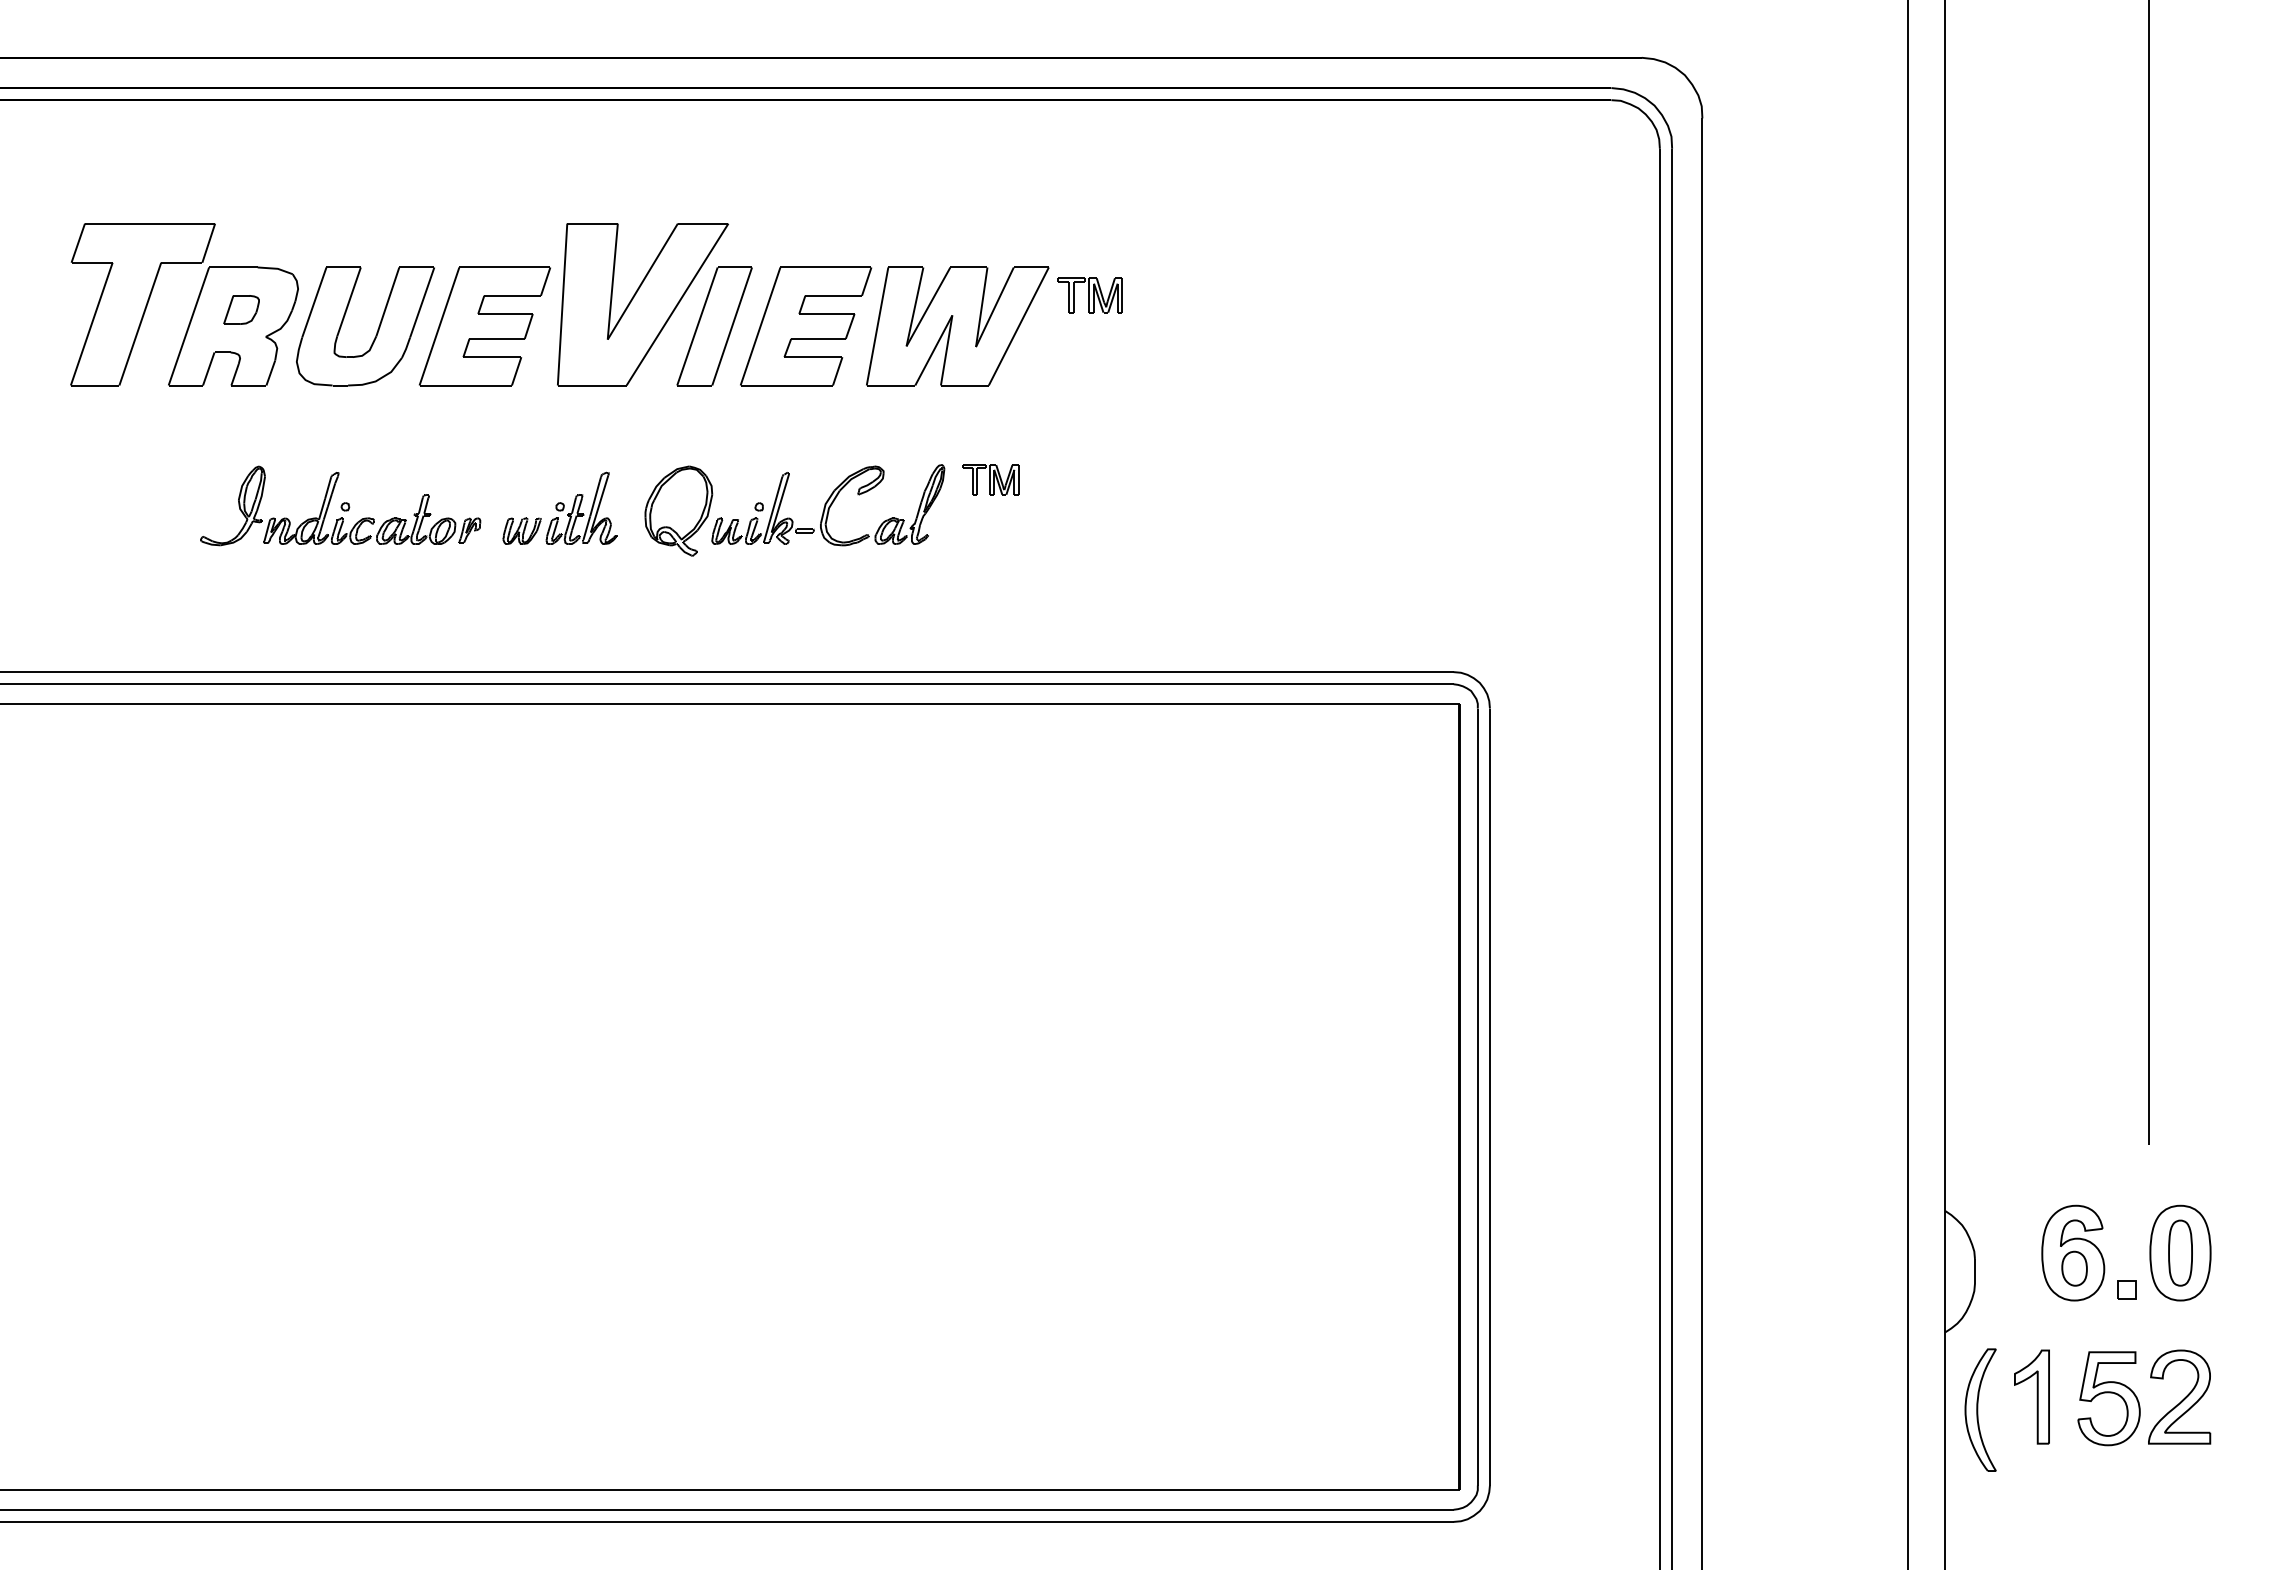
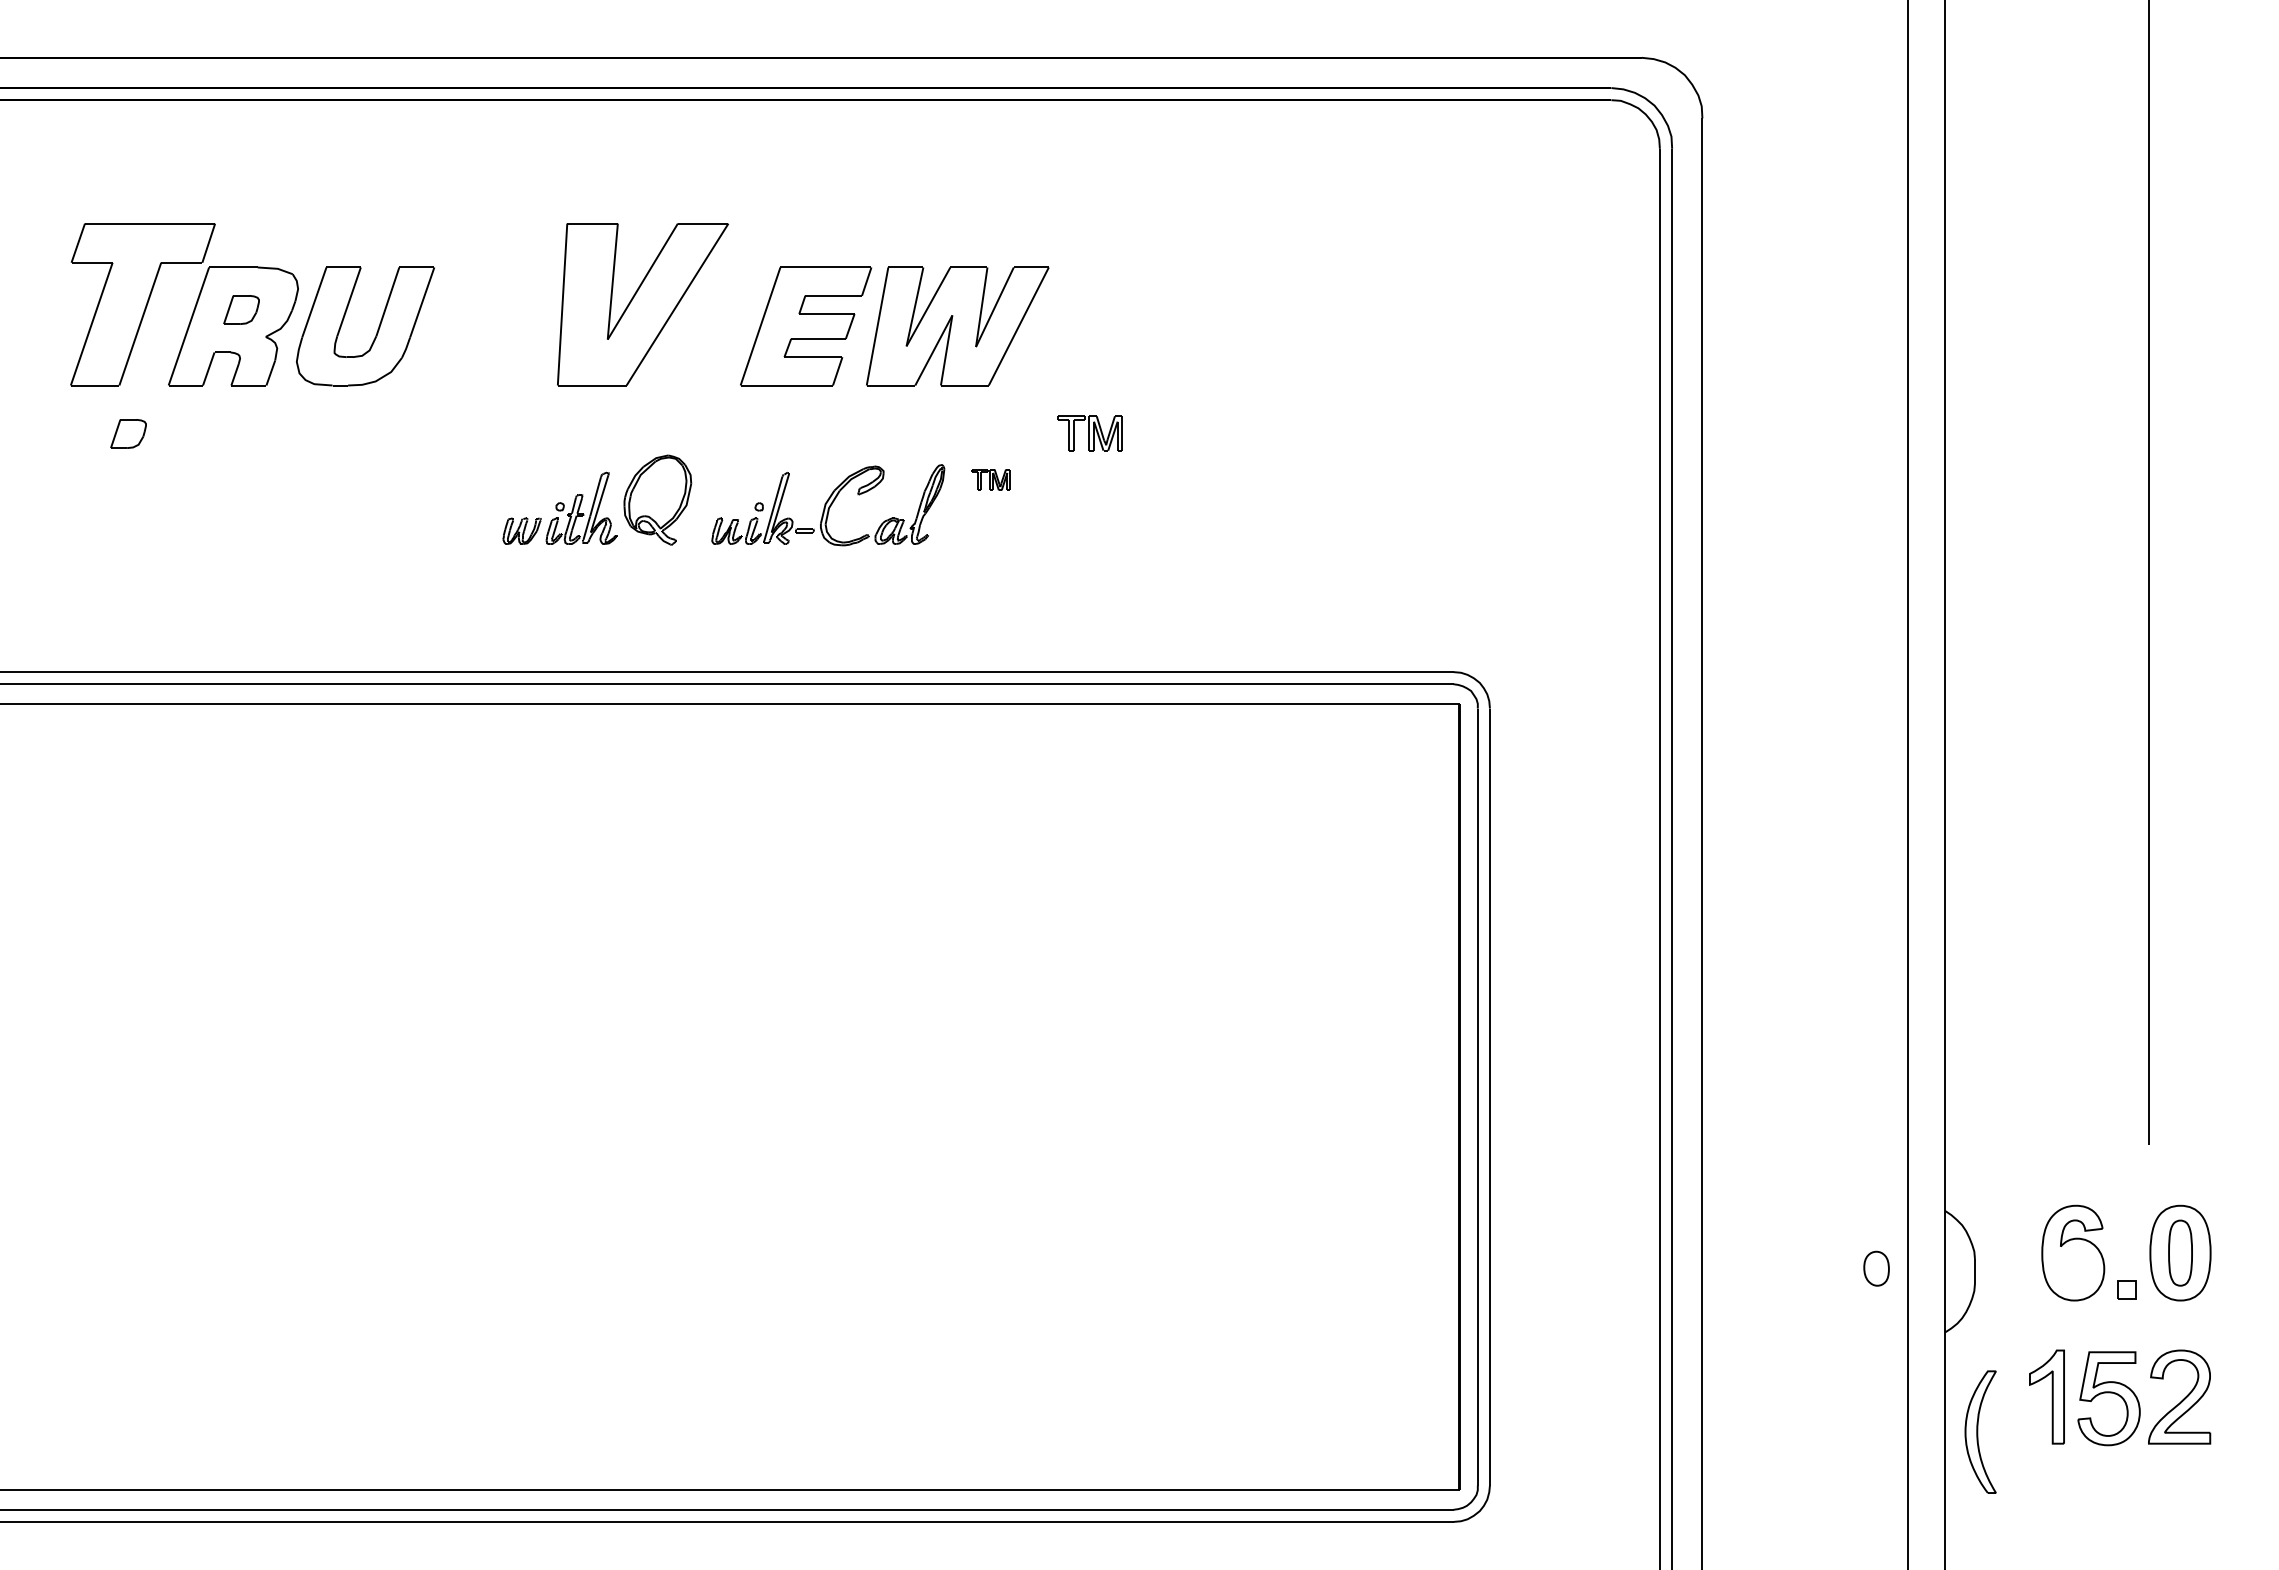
part at (1089, 295) position: (1089, 295) -> (1089, 433)
part at (484, 326): present -> none
part at (714, 326): present -> none
part at (128, 433): none -> present
part at (990, 479) size: 58x32 px -> 40x22 px
part at (340, 505): present -> none
part at (678, 510) position: (678, 510) -> (657, 499)
part at (2074, 1268) position: (2074, 1268) -> (1876, 1268)
part at (2031, 1396) position: (2031, 1396) -> (2046, 1396)
part at (1980, 1409) position: (1980, 1409) -> (1980, 1431)
